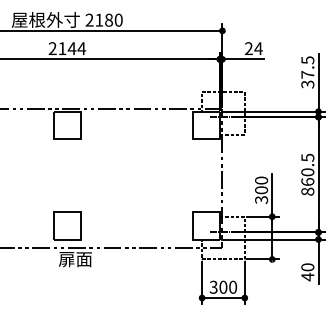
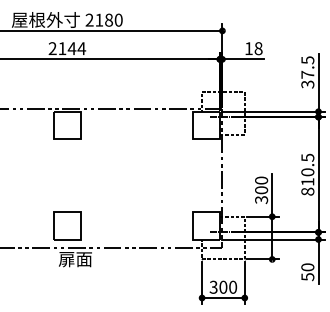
text at (253, 48): 24 -> 18
text at (307, 181): 860.5 -> 810.5
text at (307, 276): 40 -> 50
